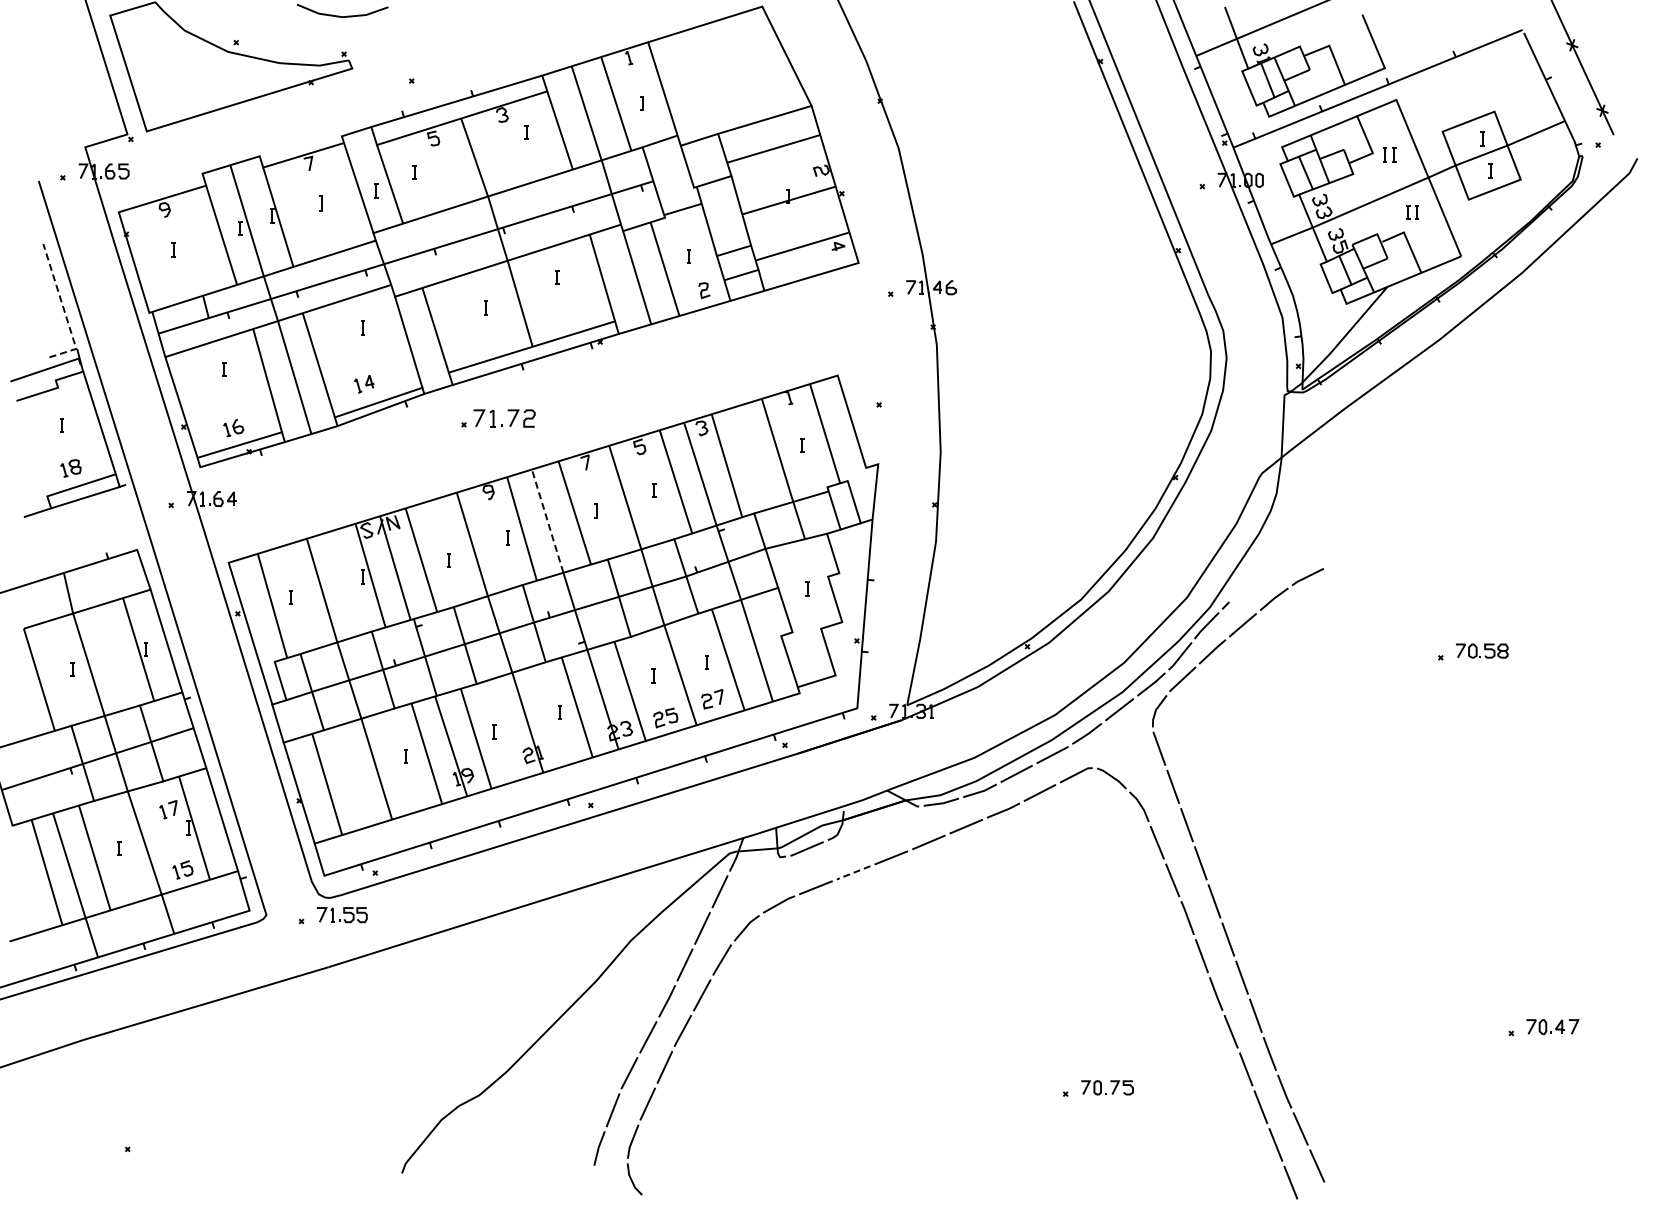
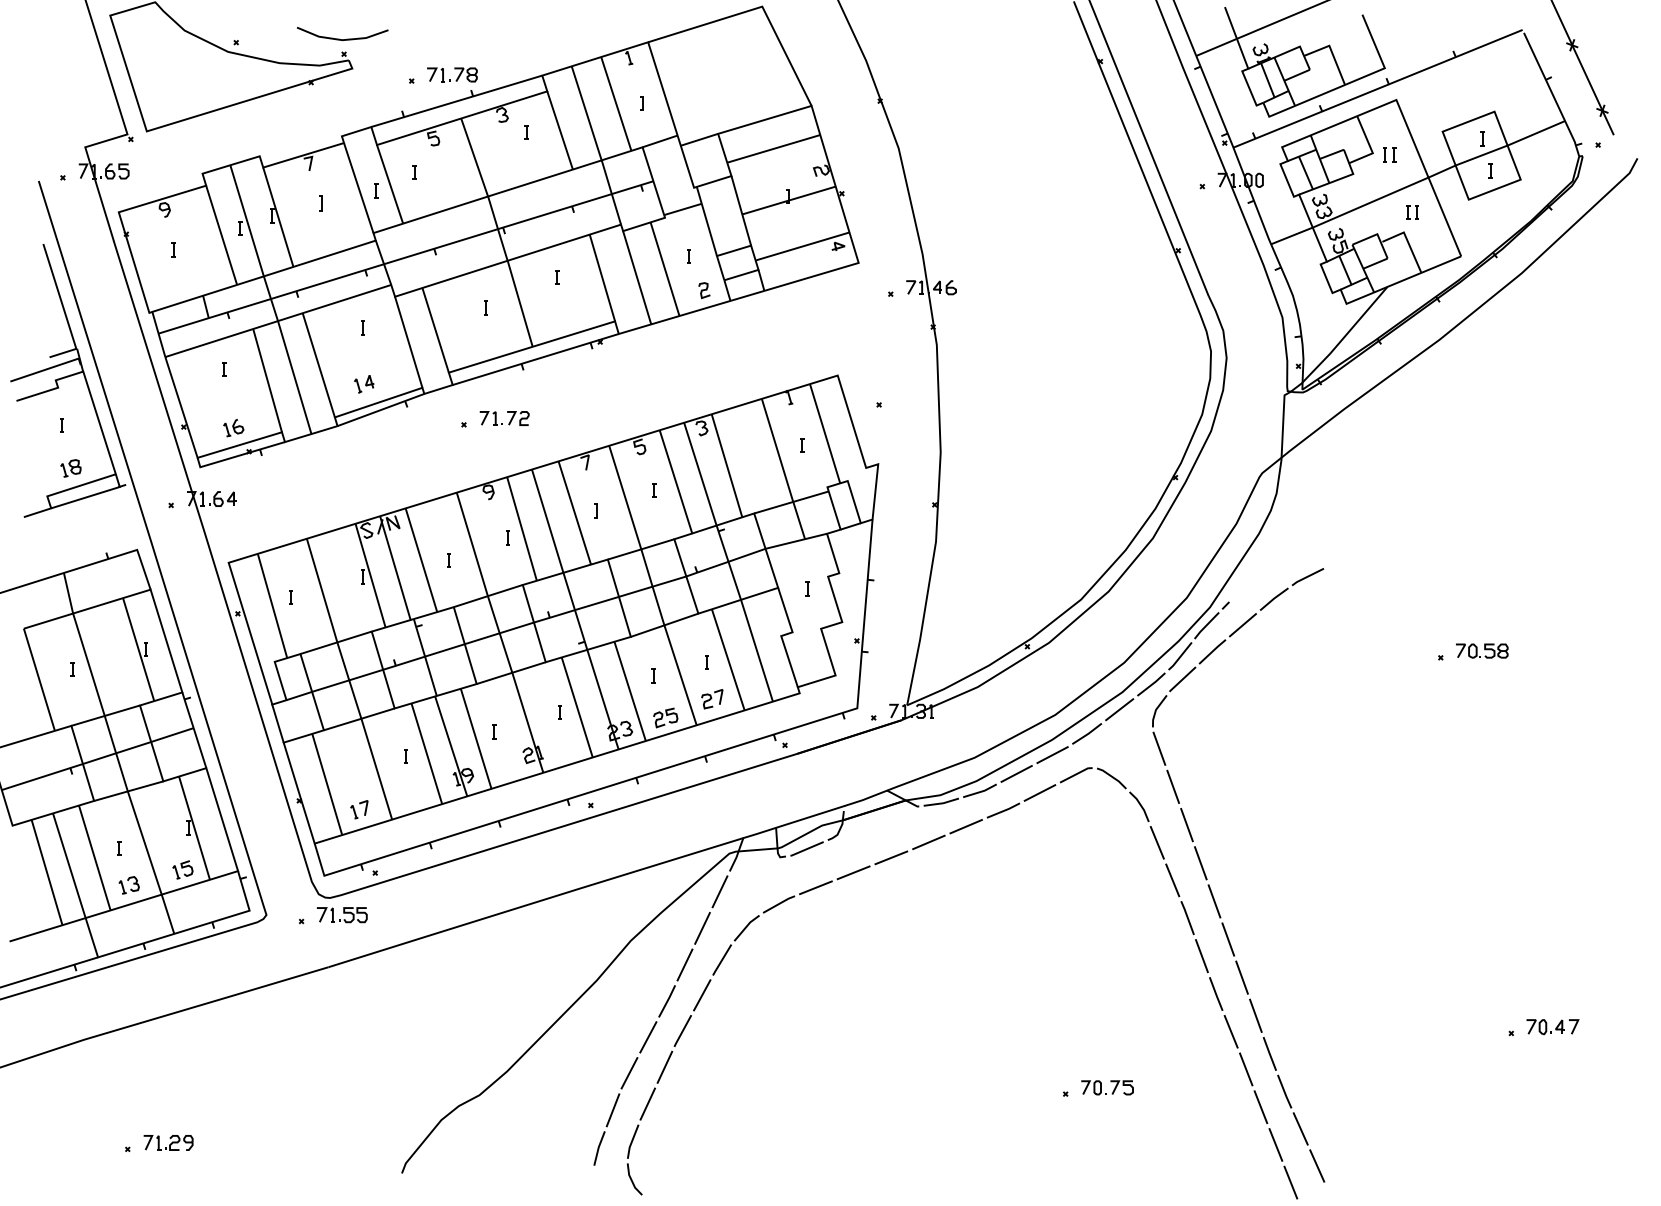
line at (339, 15) position: (339, 15) -> (339, 38)
part at (452, 74): none -> present
line at (64, 310): dashed -> solid
part at (504, 418) size: 63x19 px -> 51x15 px
line at (547, 521): dashed -> solid
part at (168, 809) position: (168, 809) -> (359, 809)
line at (853, 873): dashed -> solid
part at (128, 885): none -> present
part at (168, 1142): none -> present
